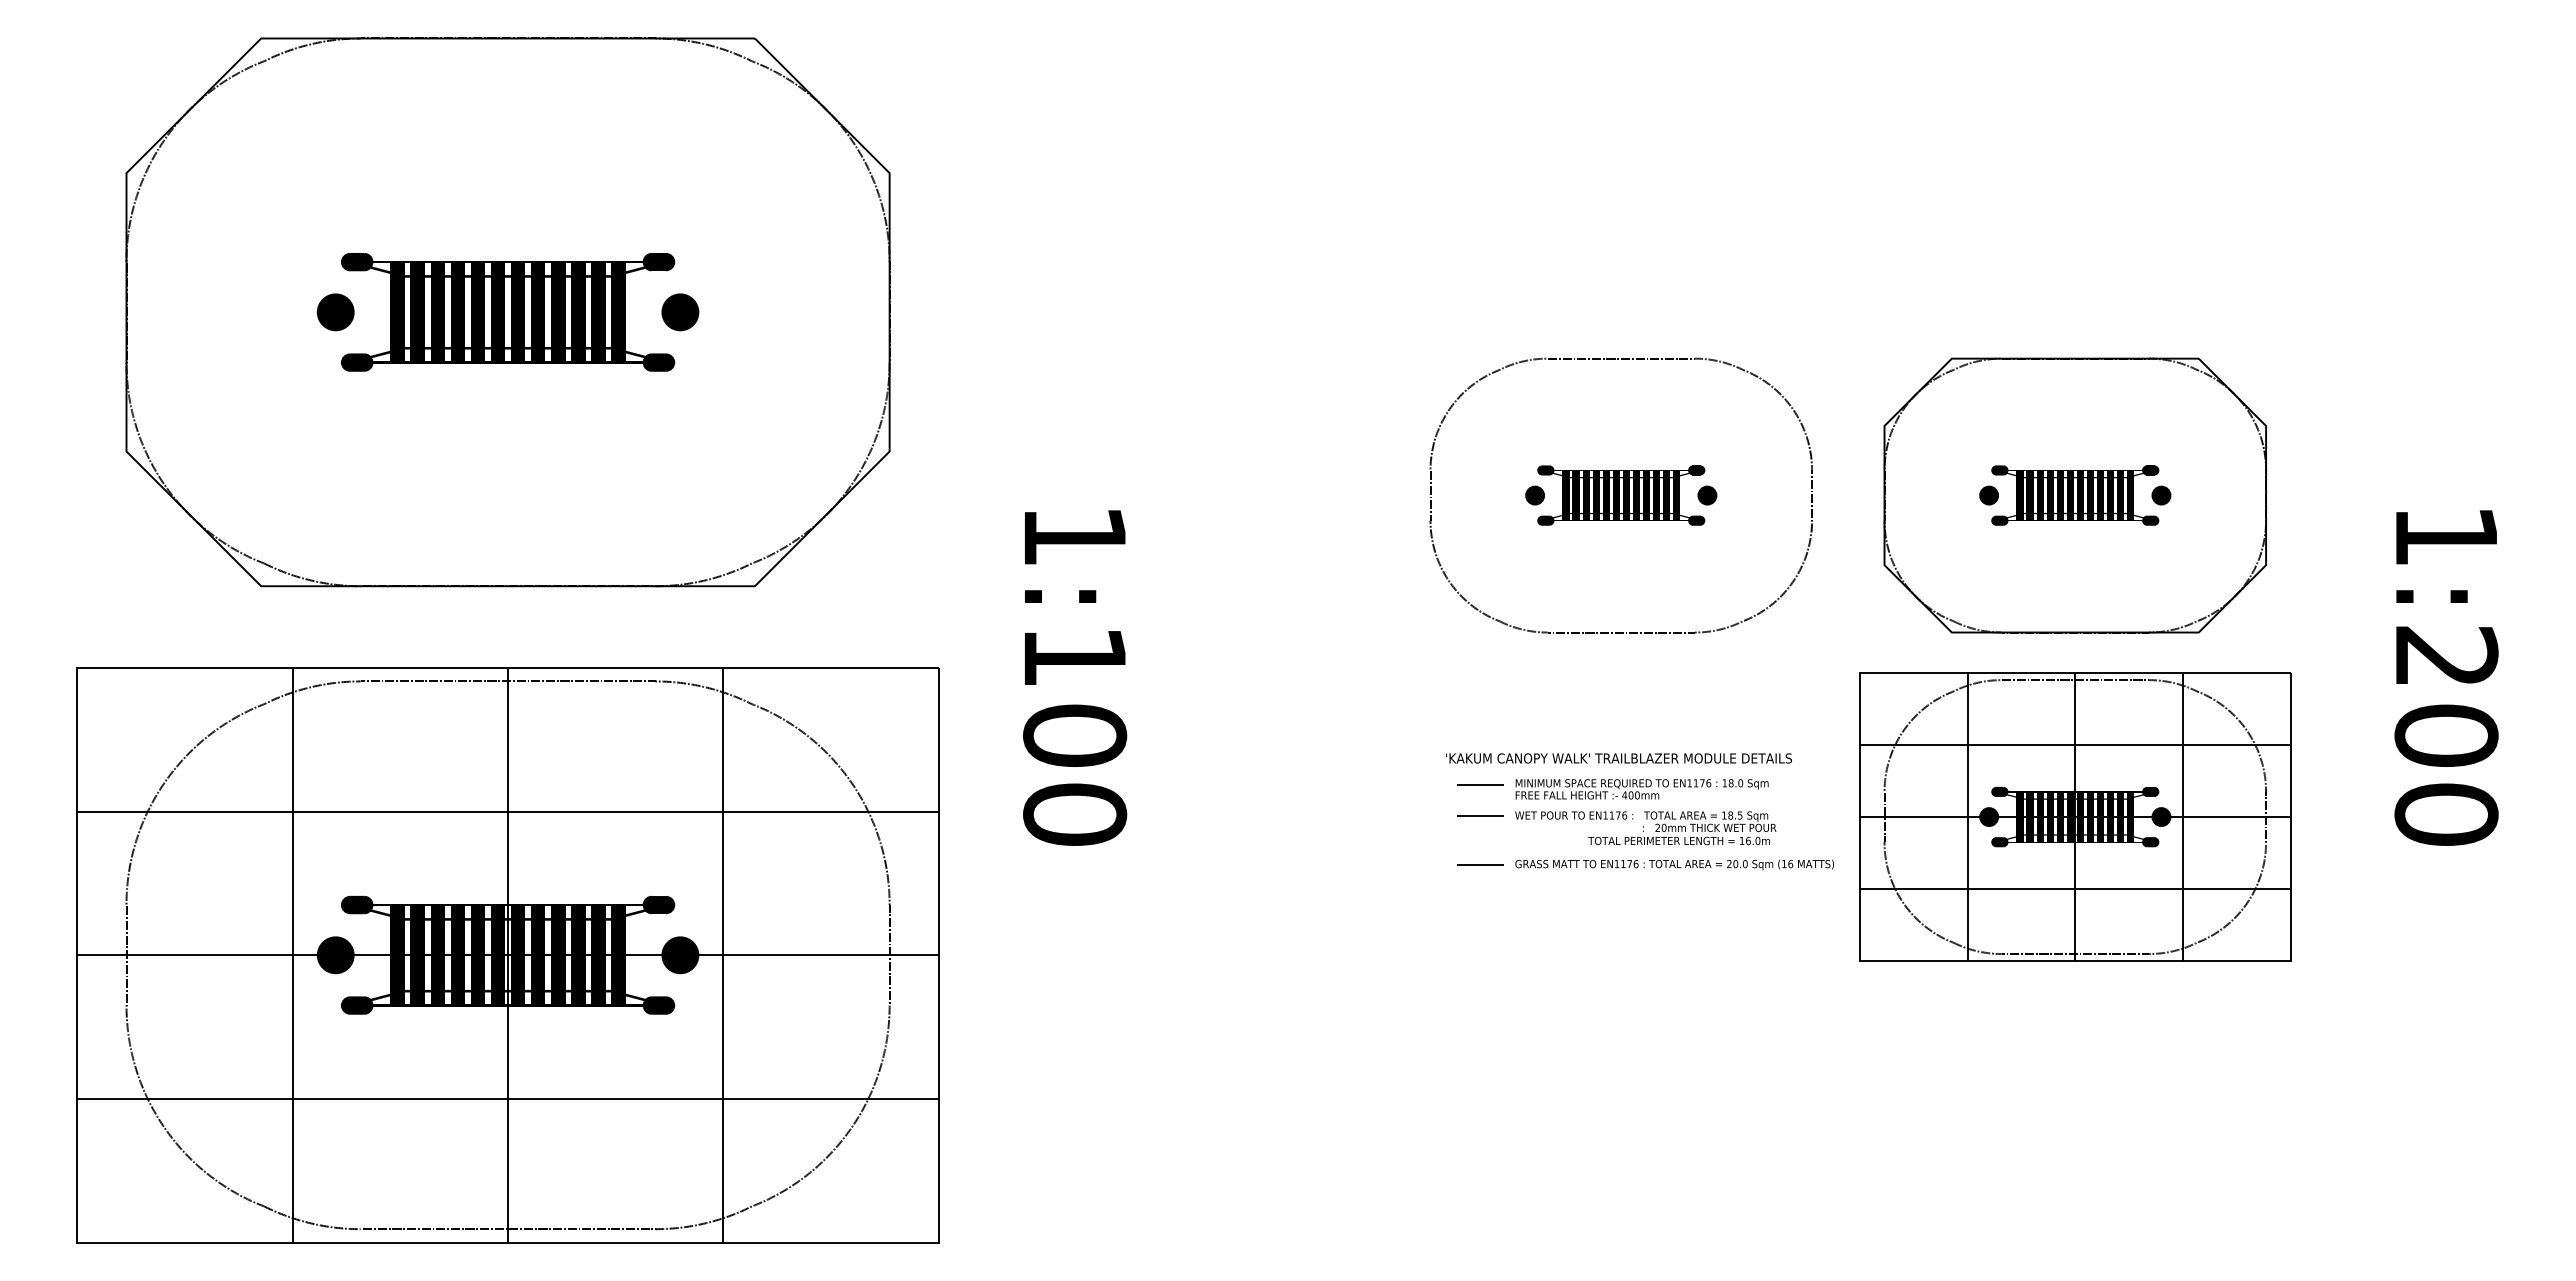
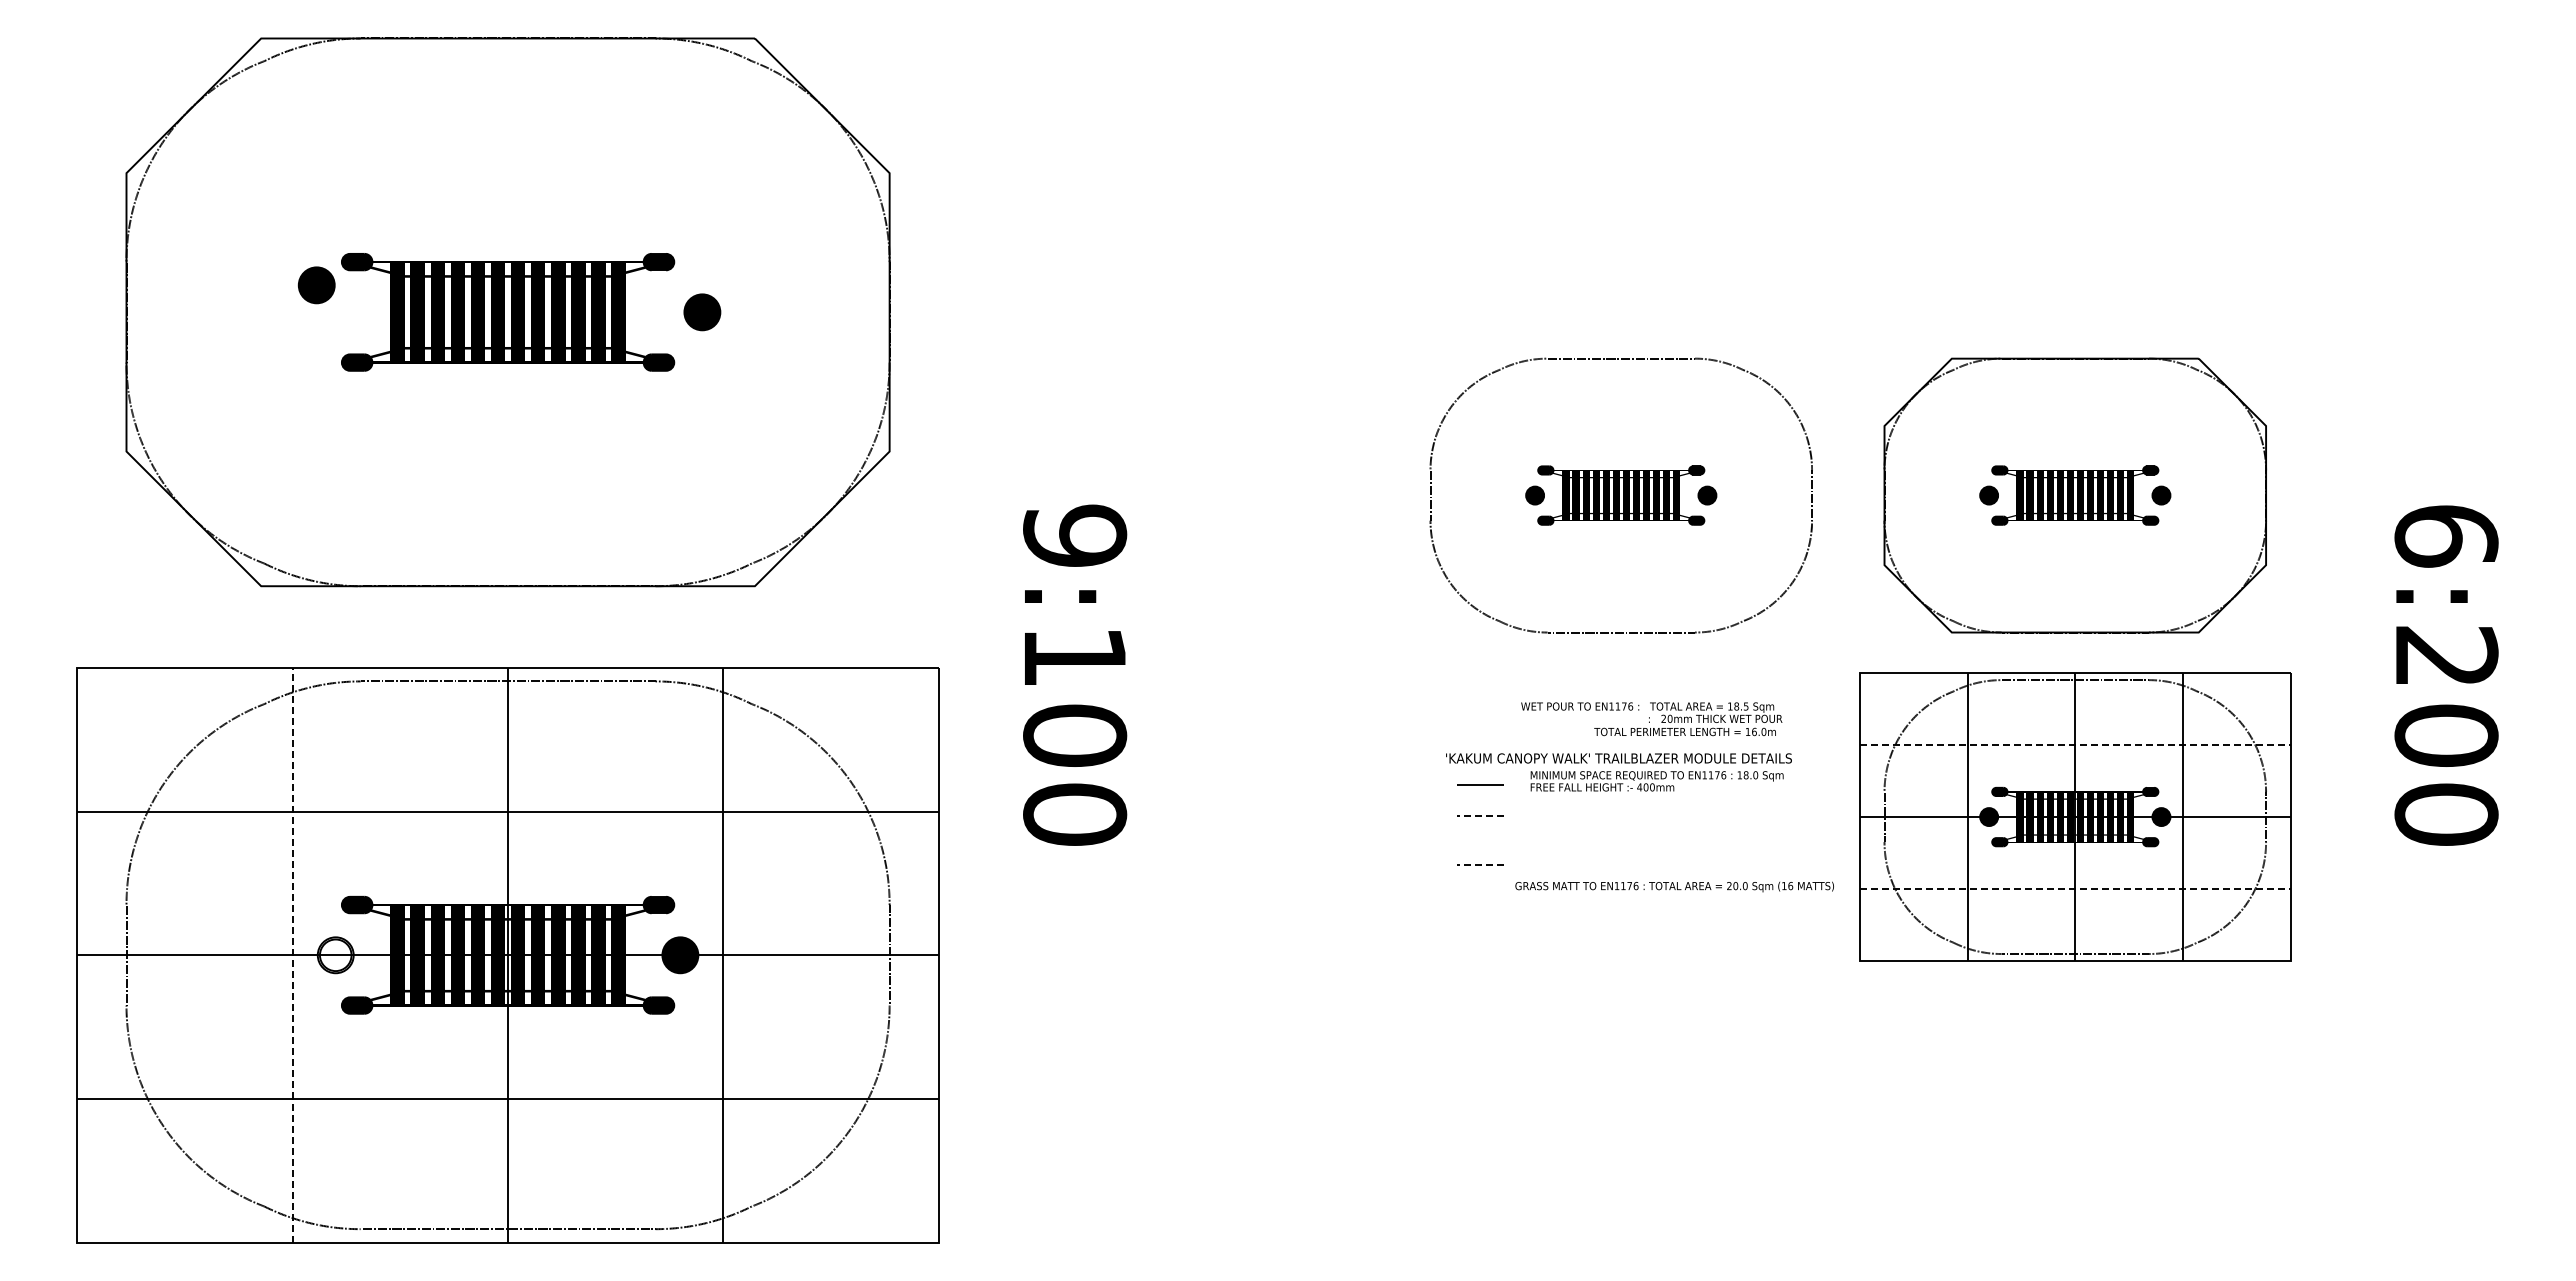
part at (335, 312) position: (335, 312) -> (316, 285)
part at (680, 312) position: (680, 312) -> (702, 312)
text at (1075, 535): 1:100 -> 9:100
text at (2446, 536): 1:200 -> 6:200
line at (2075, 745): solid -> dashed
text at (1641, 789) position: (1641, 789) -> (1656, 781)
line at (1480, 816): solid -> dashed
text at (1645, 828) position: (1645, 828) -> (1651, 719)
line at (1480, 864): solid -> dashed
text at (1674, 864) position: (1674, 864) -> (1674, 886)
line at (2075, 888): solid -> dashed
line at (292, 954): solid -> dashed
fill at (335, 955): present -> none
